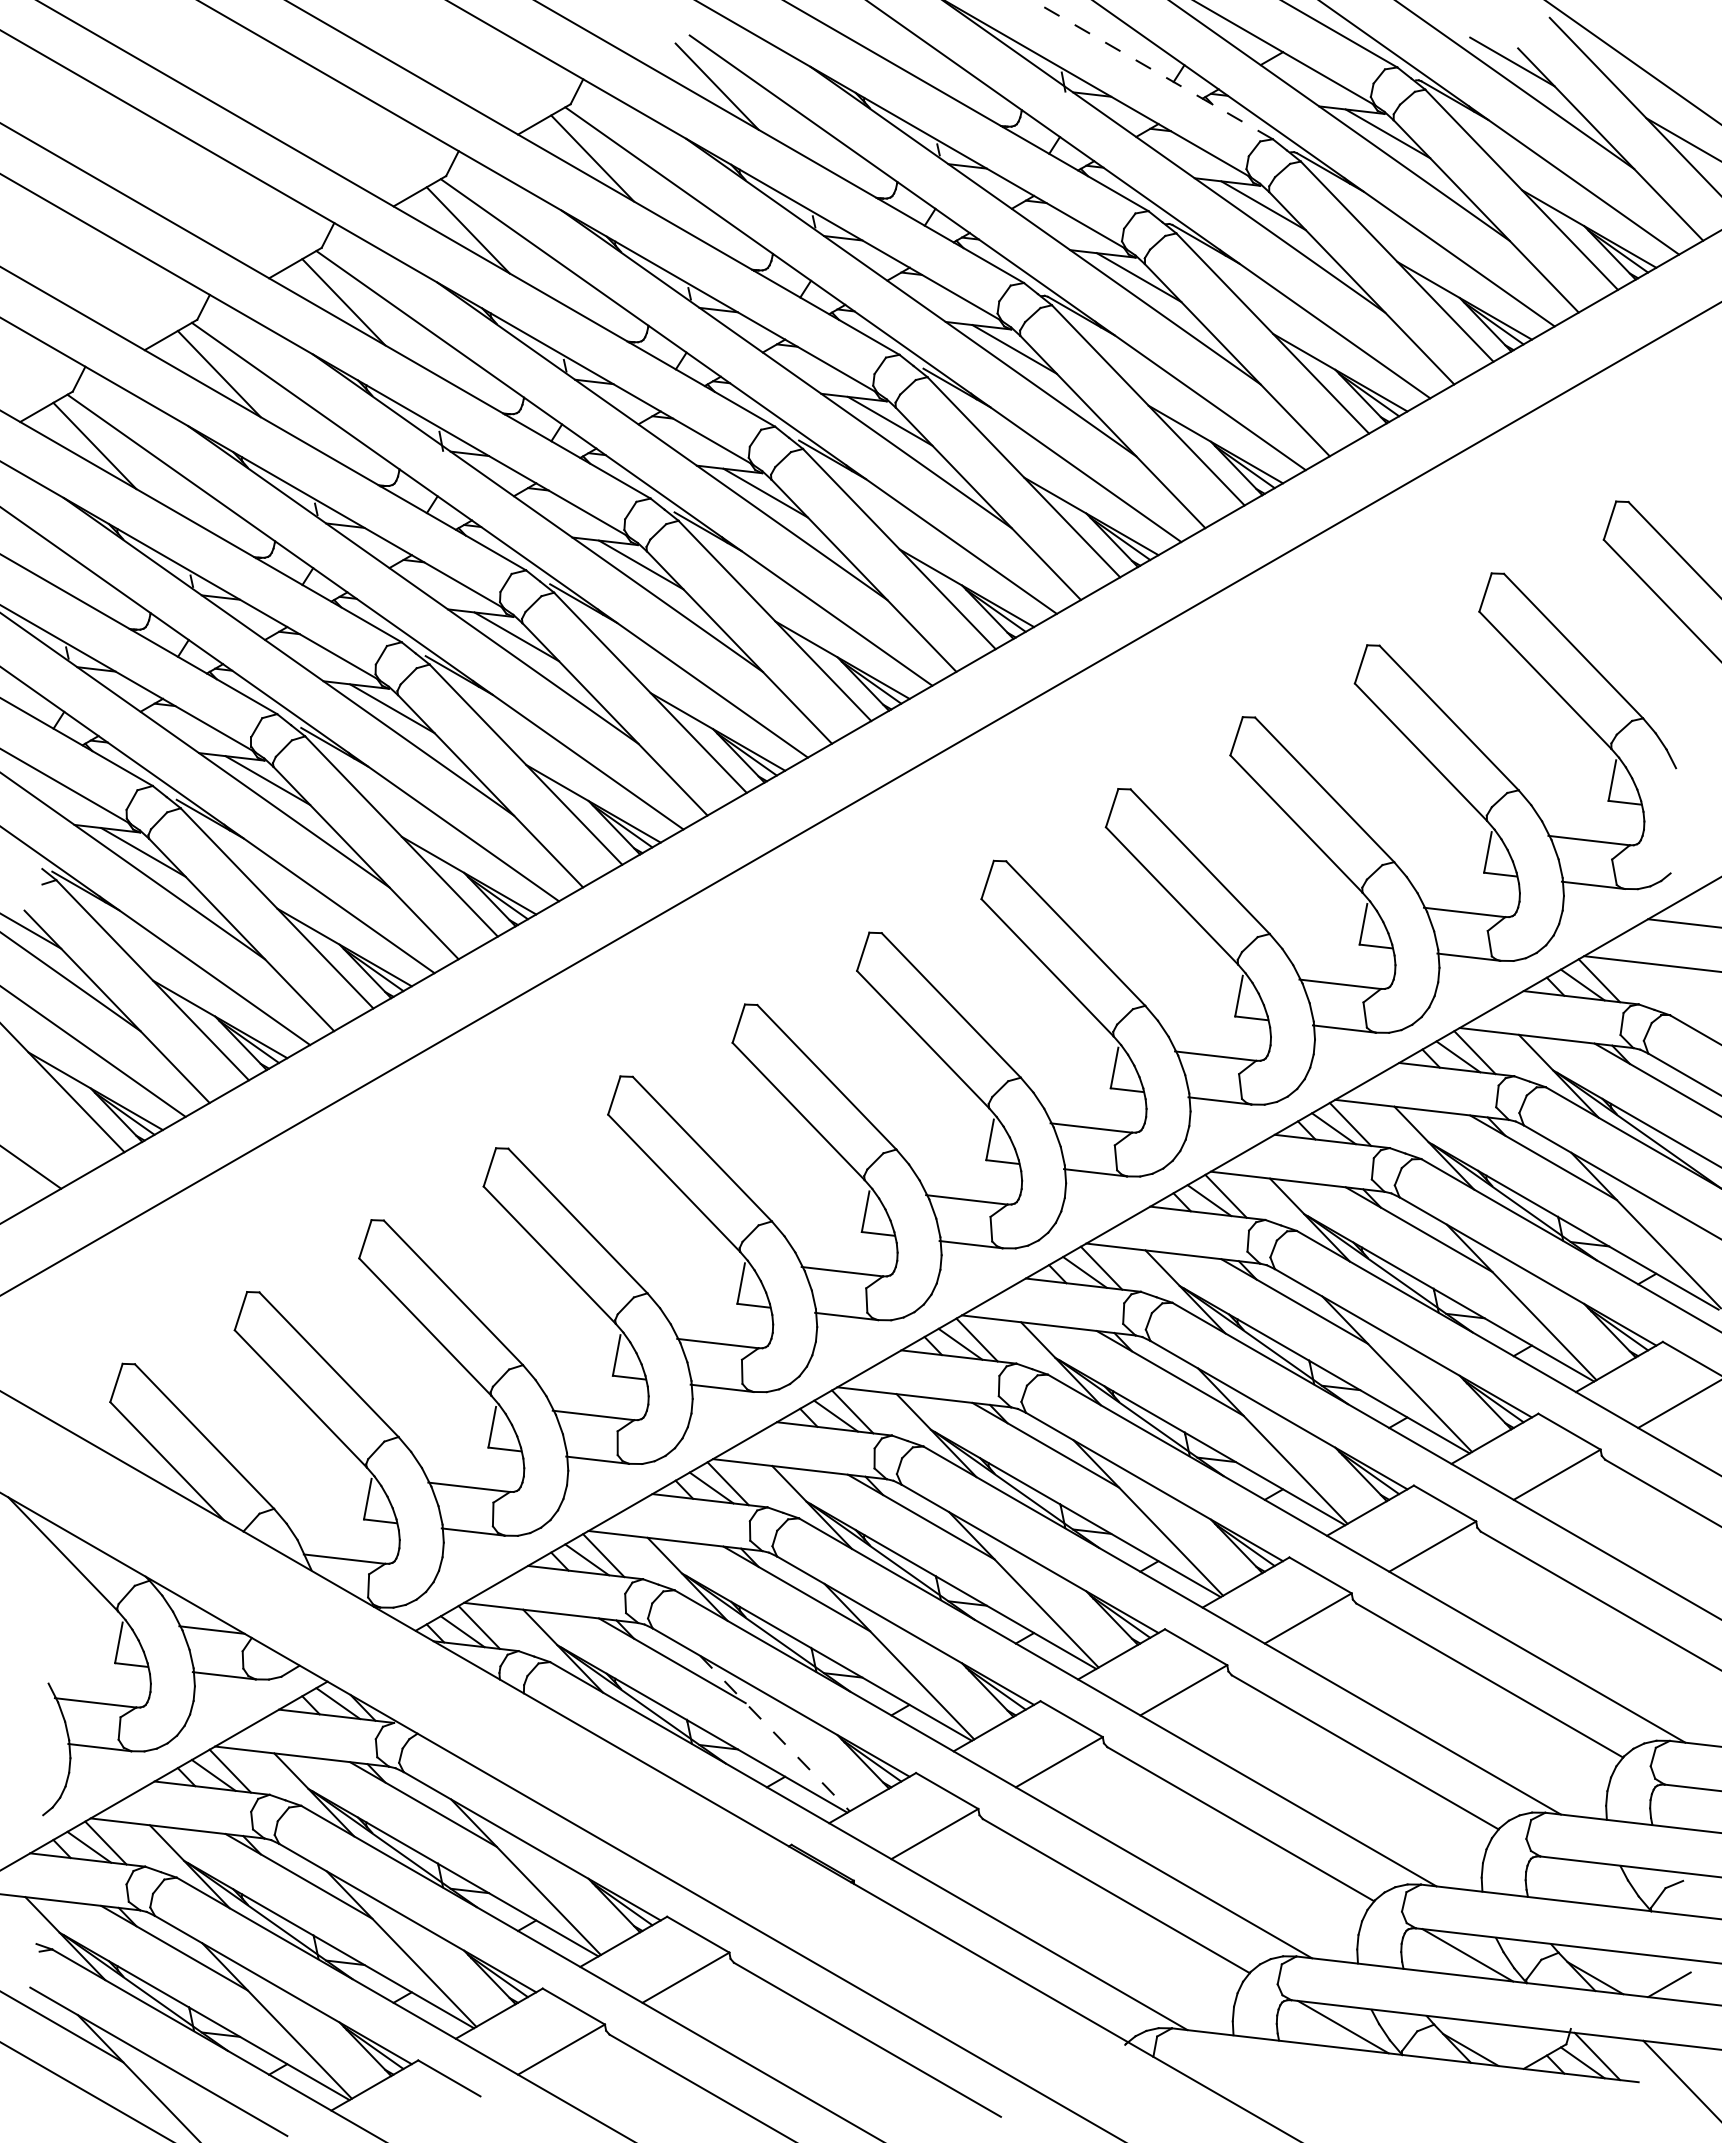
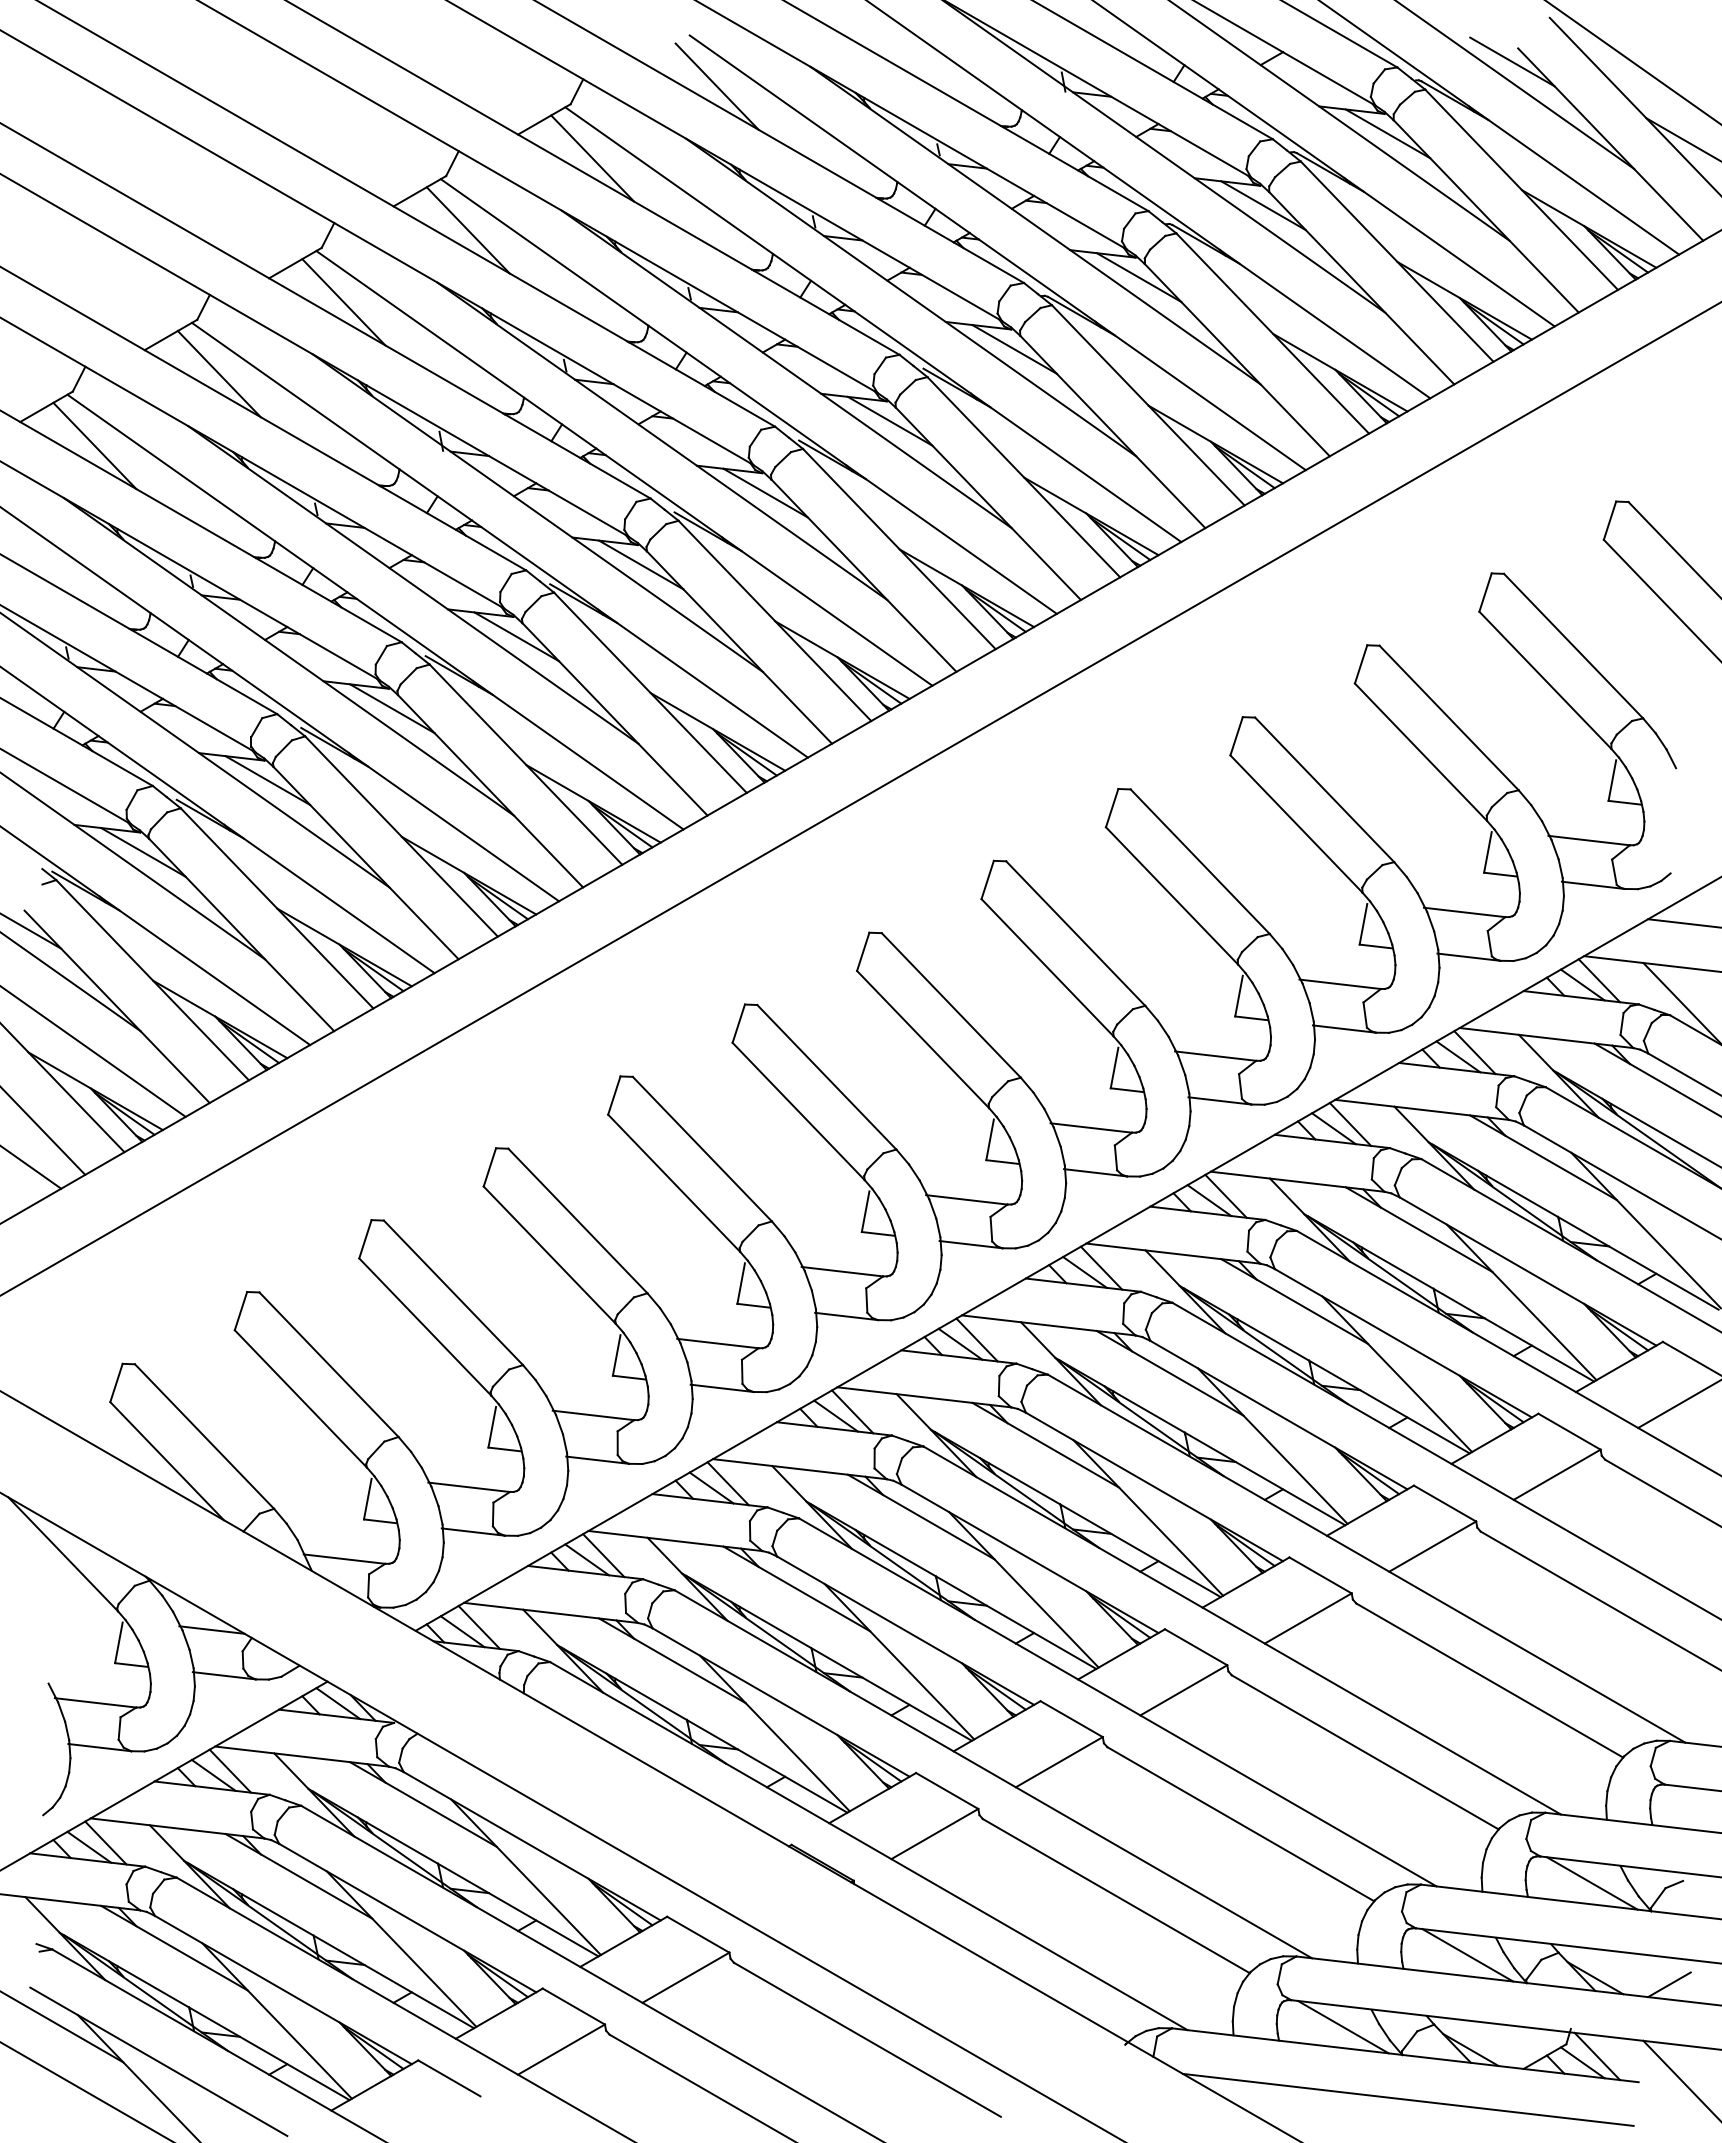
line at (1152, 69): dashed -> solid
line at (1680, 1001): none -> present
line at (43, 1131): none -> present
line at (774, 1733): dashed -> solid
line at (1591, 1883): none -> present
line at (1407, 2099): none -> present
